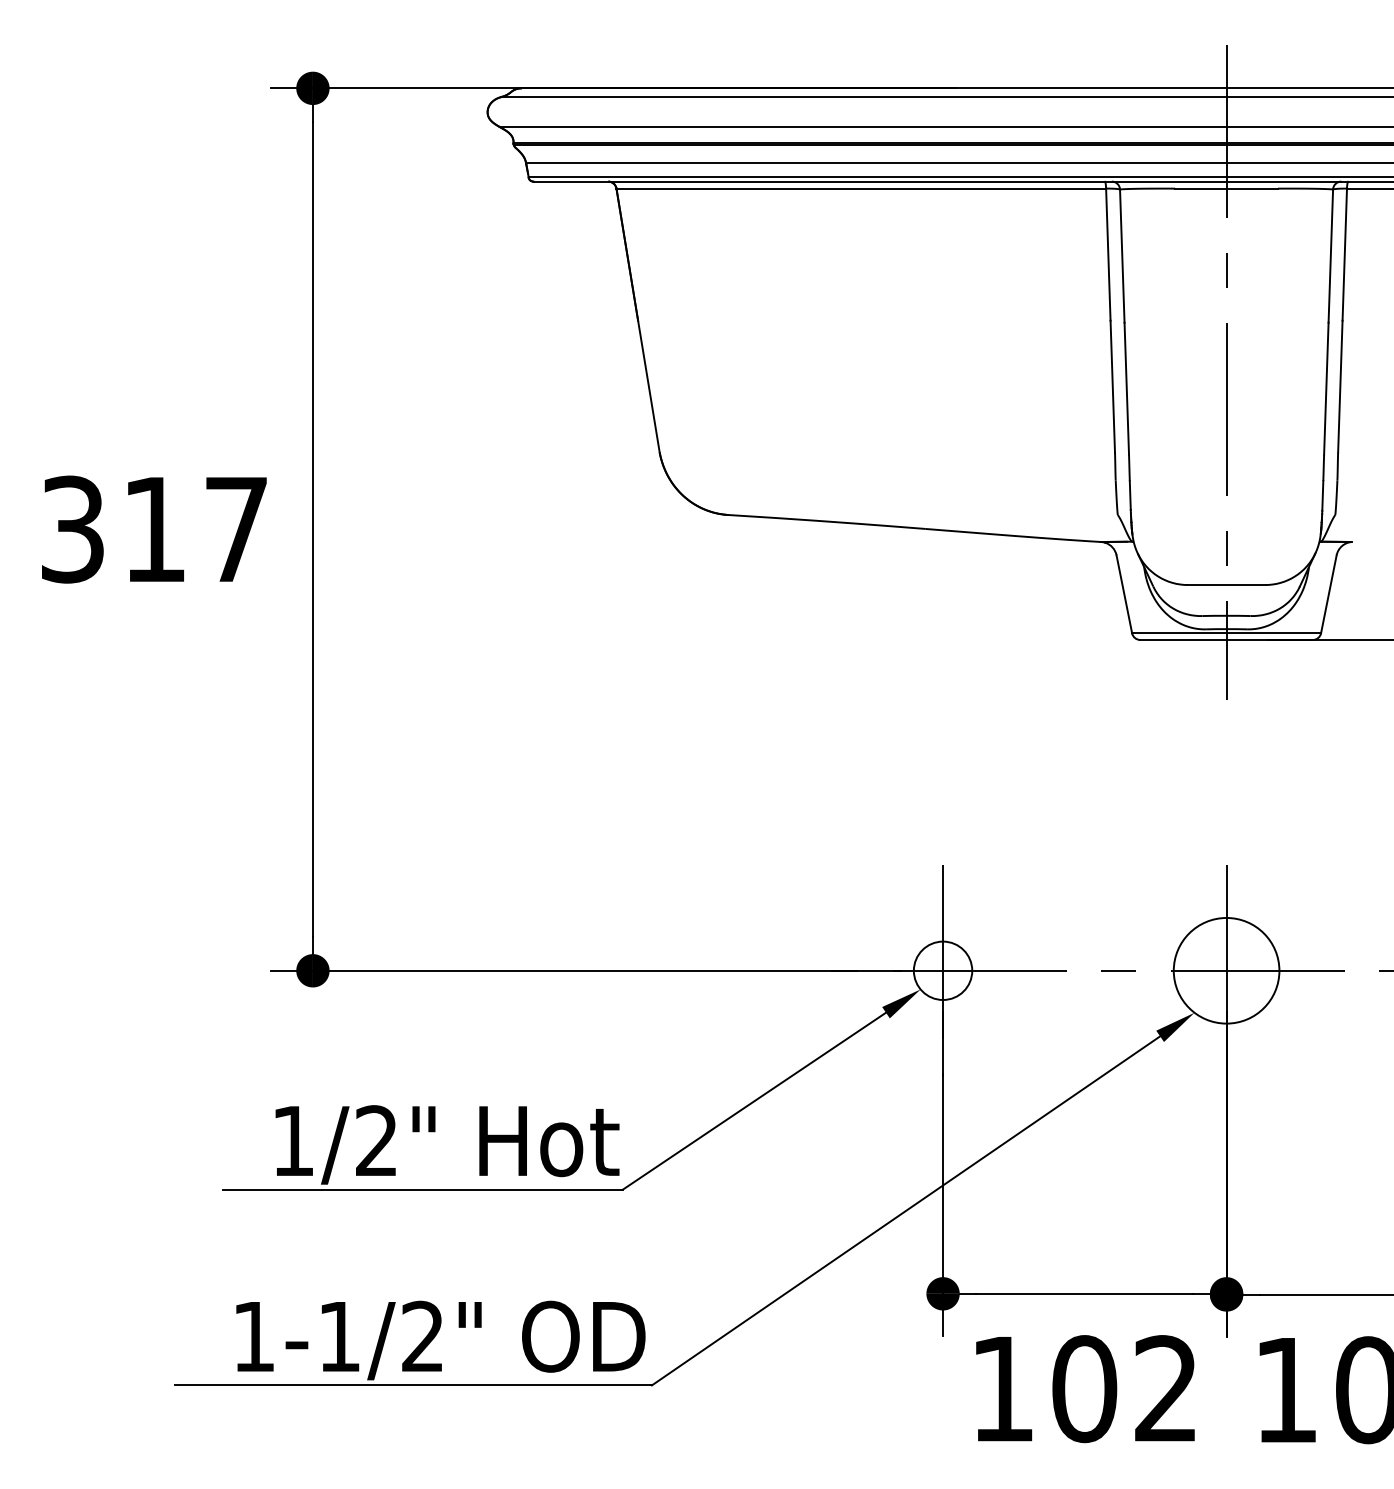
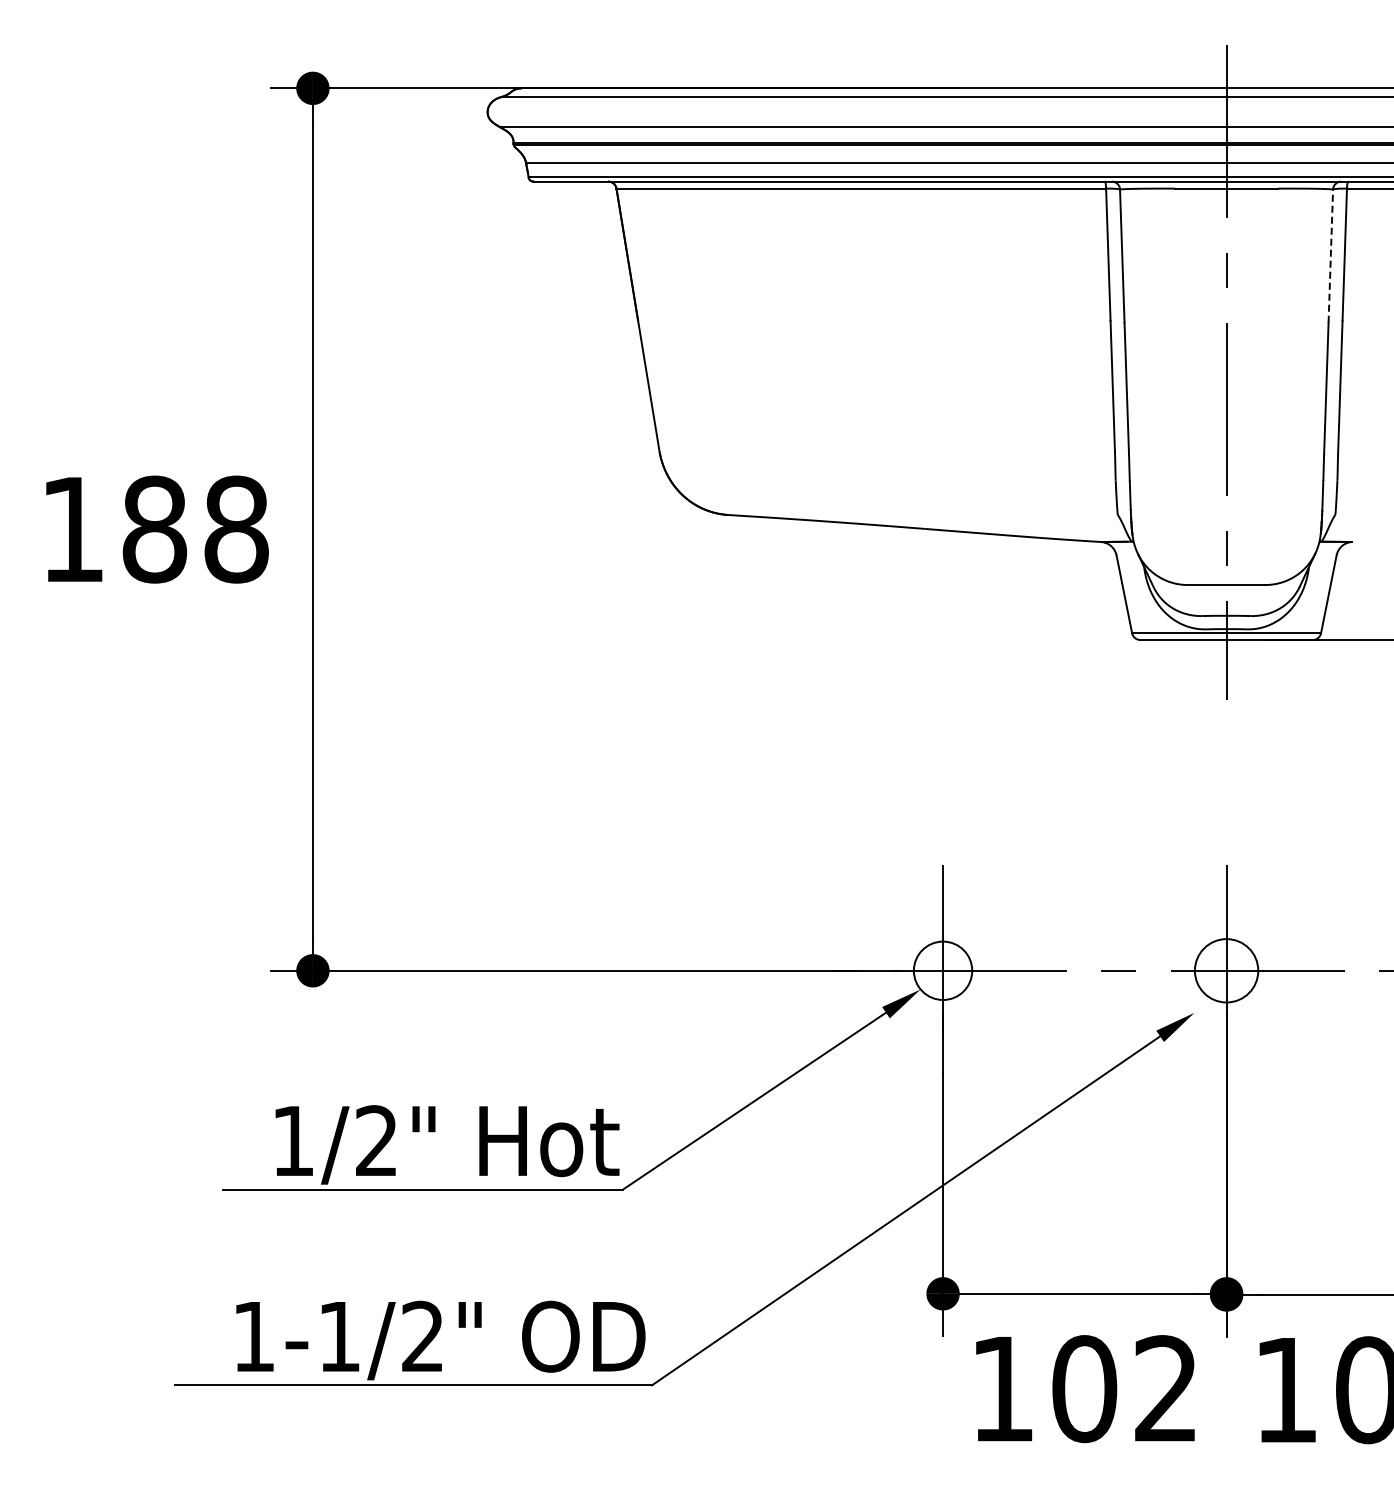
line at (1330, 256): solid -> dashed
text at (155, 529): 317 -> 188
circle at (1226, 970) diameter: 106 px -> 63 px
